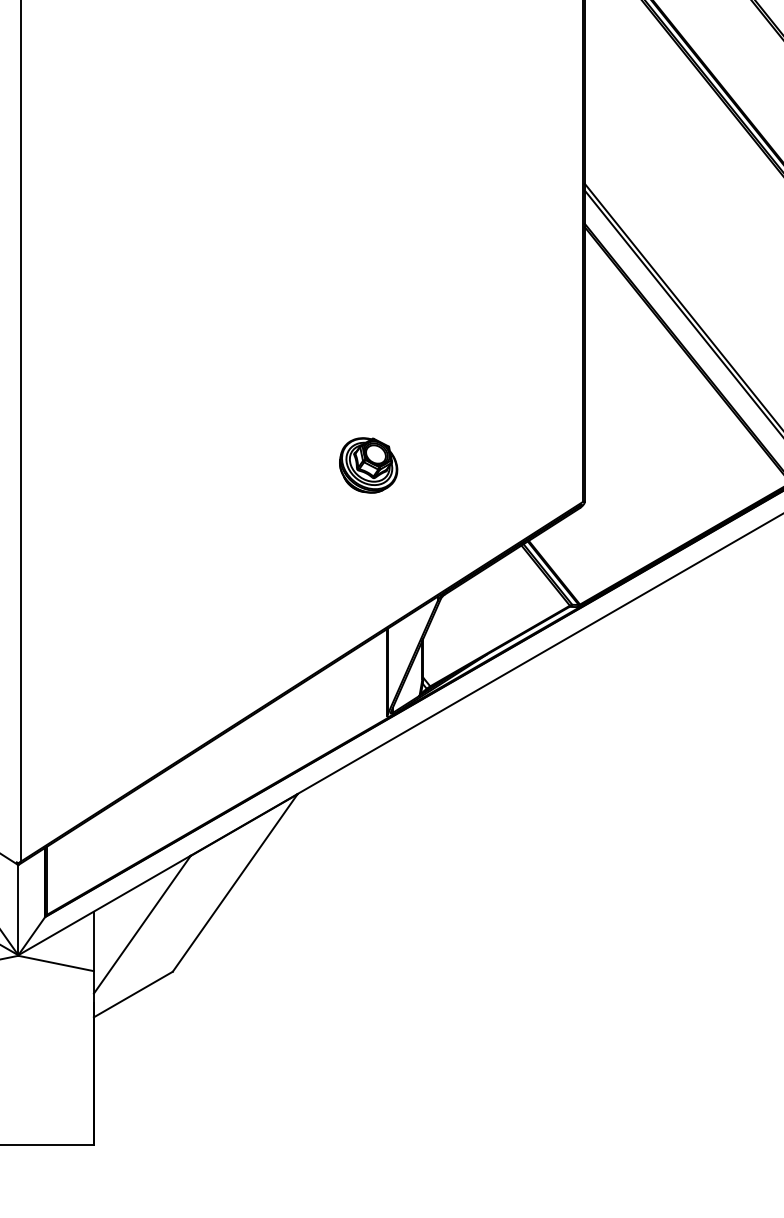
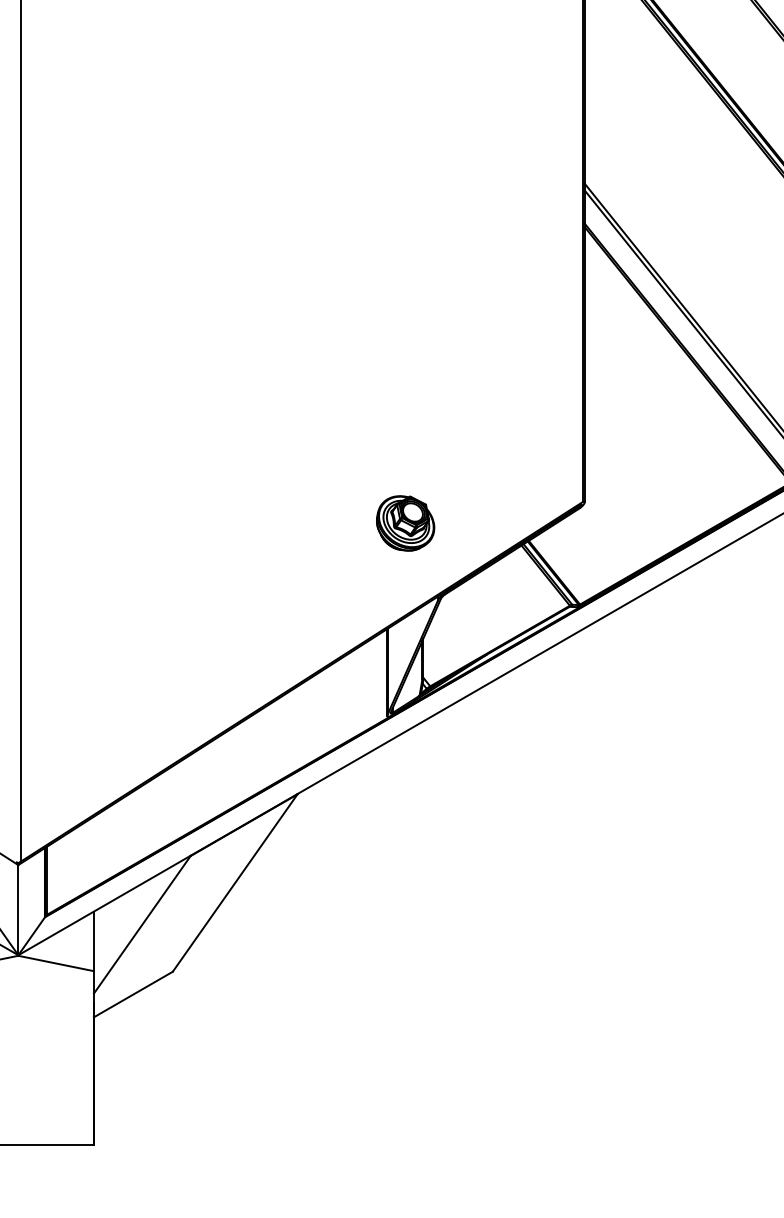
part at (368, 465) position: (368, 465) -> (405, 523)
